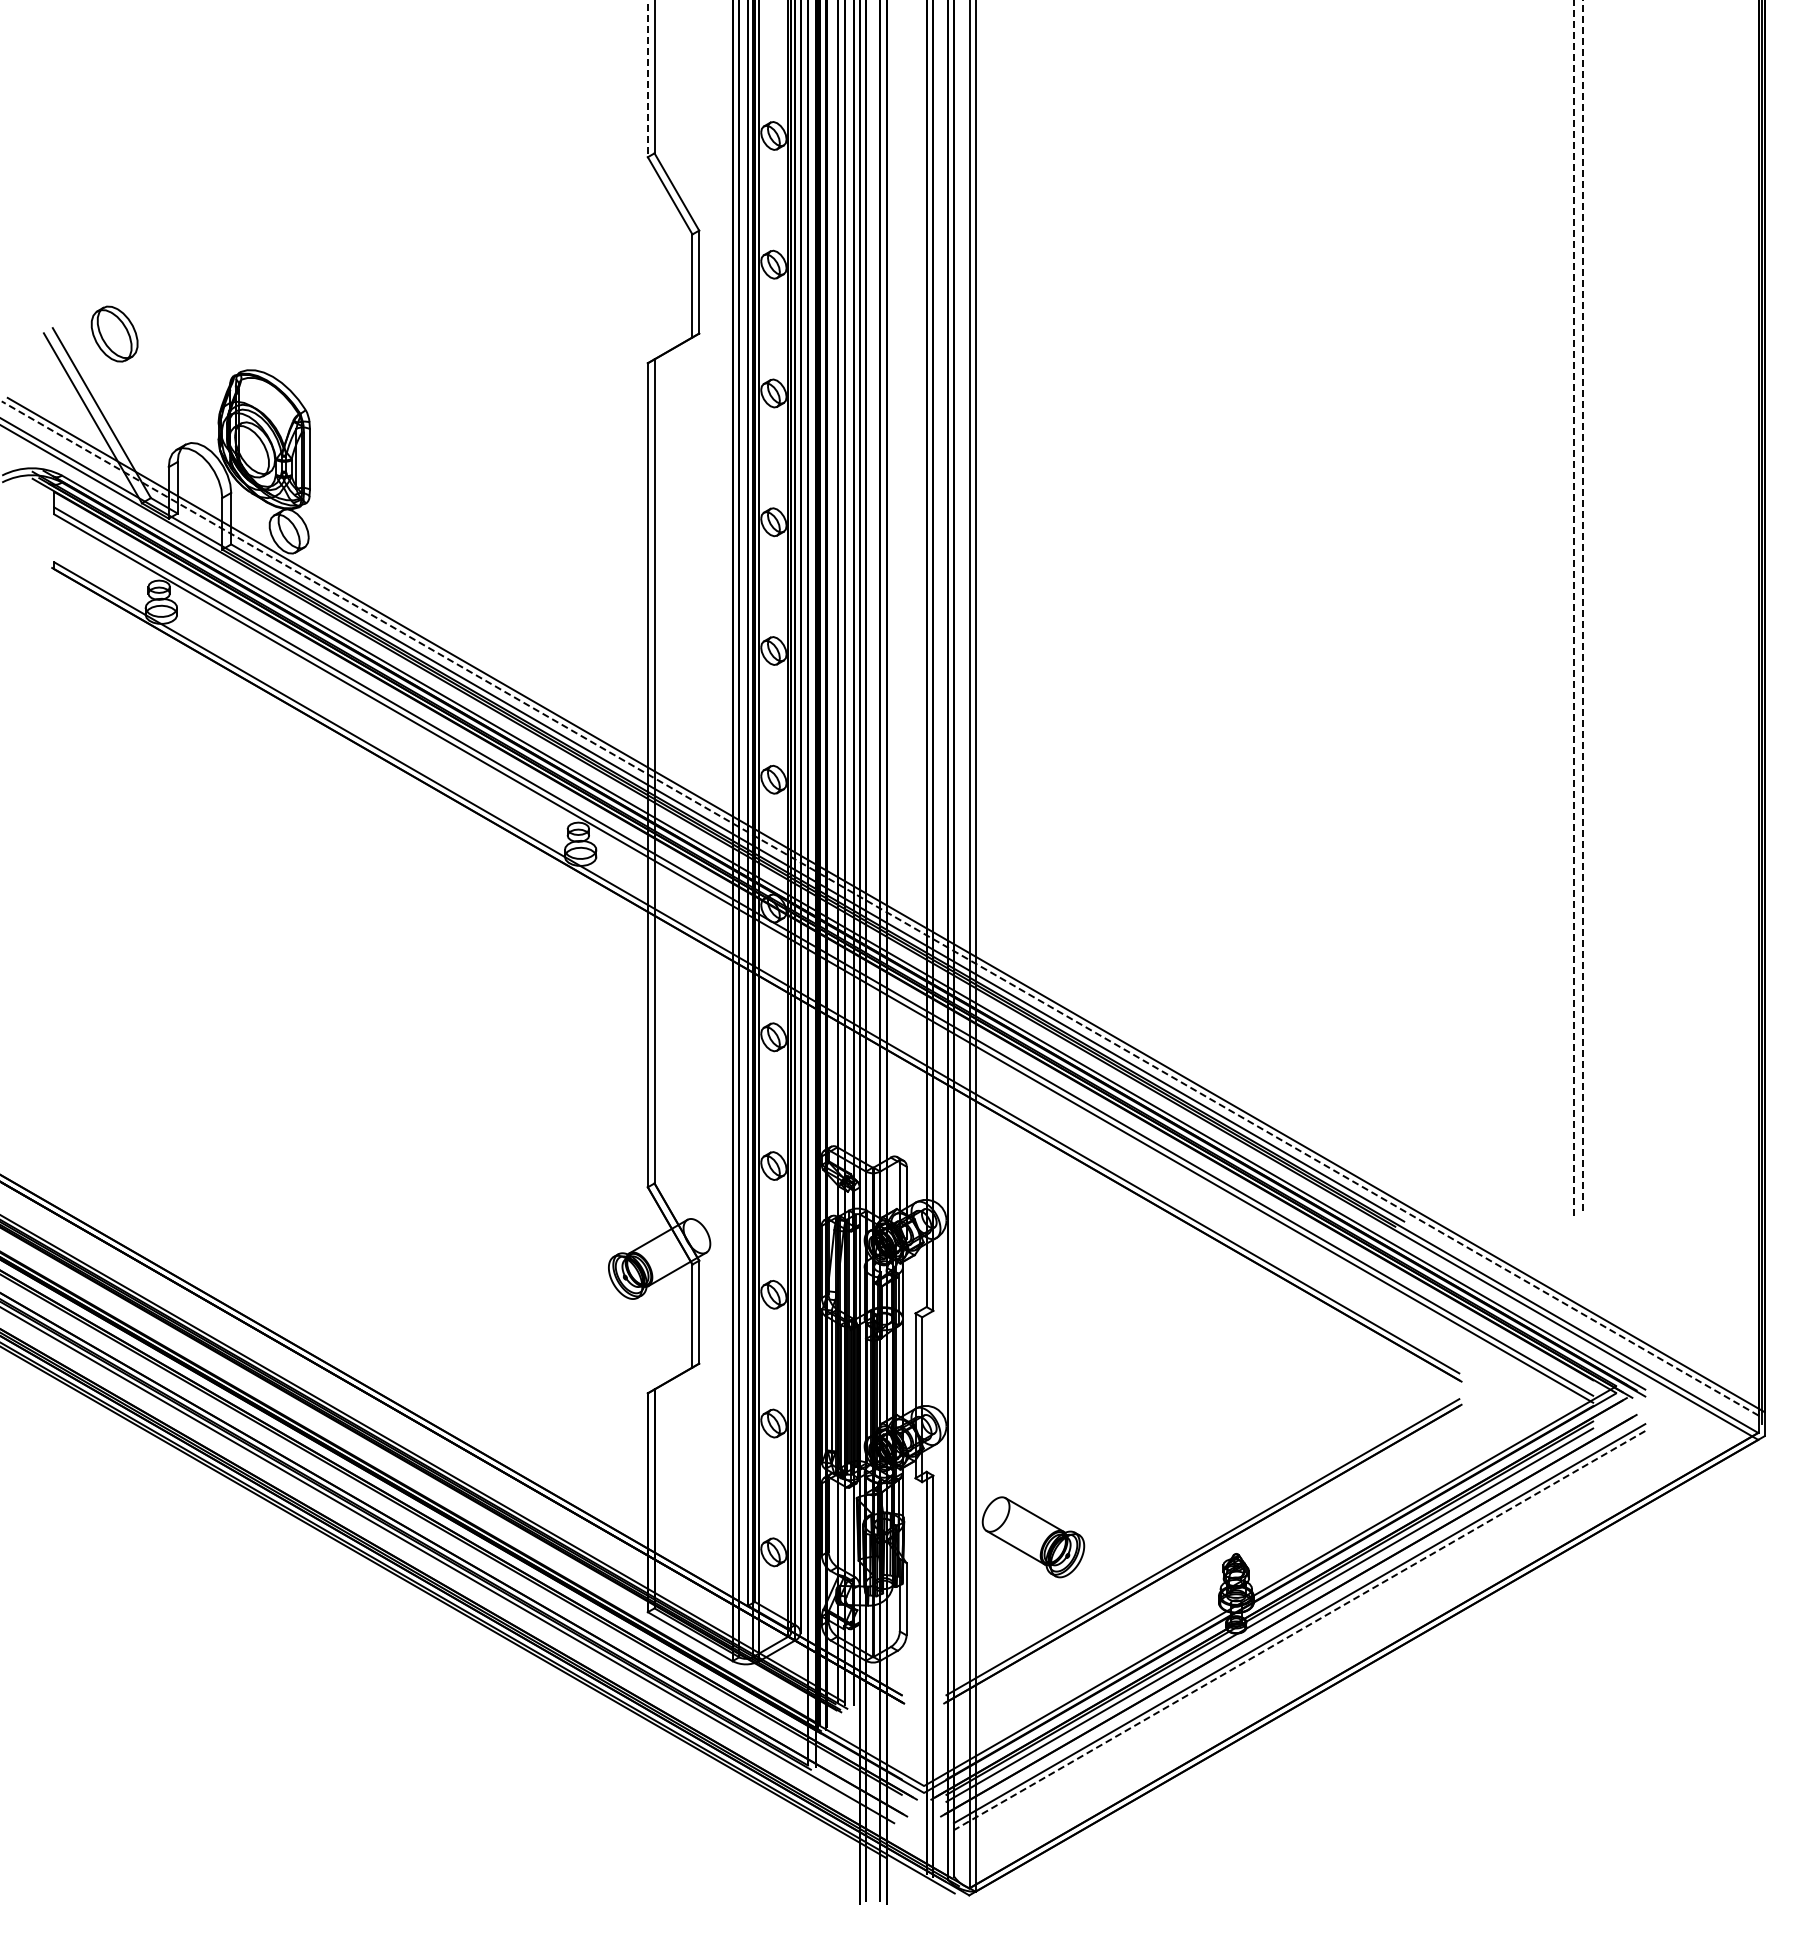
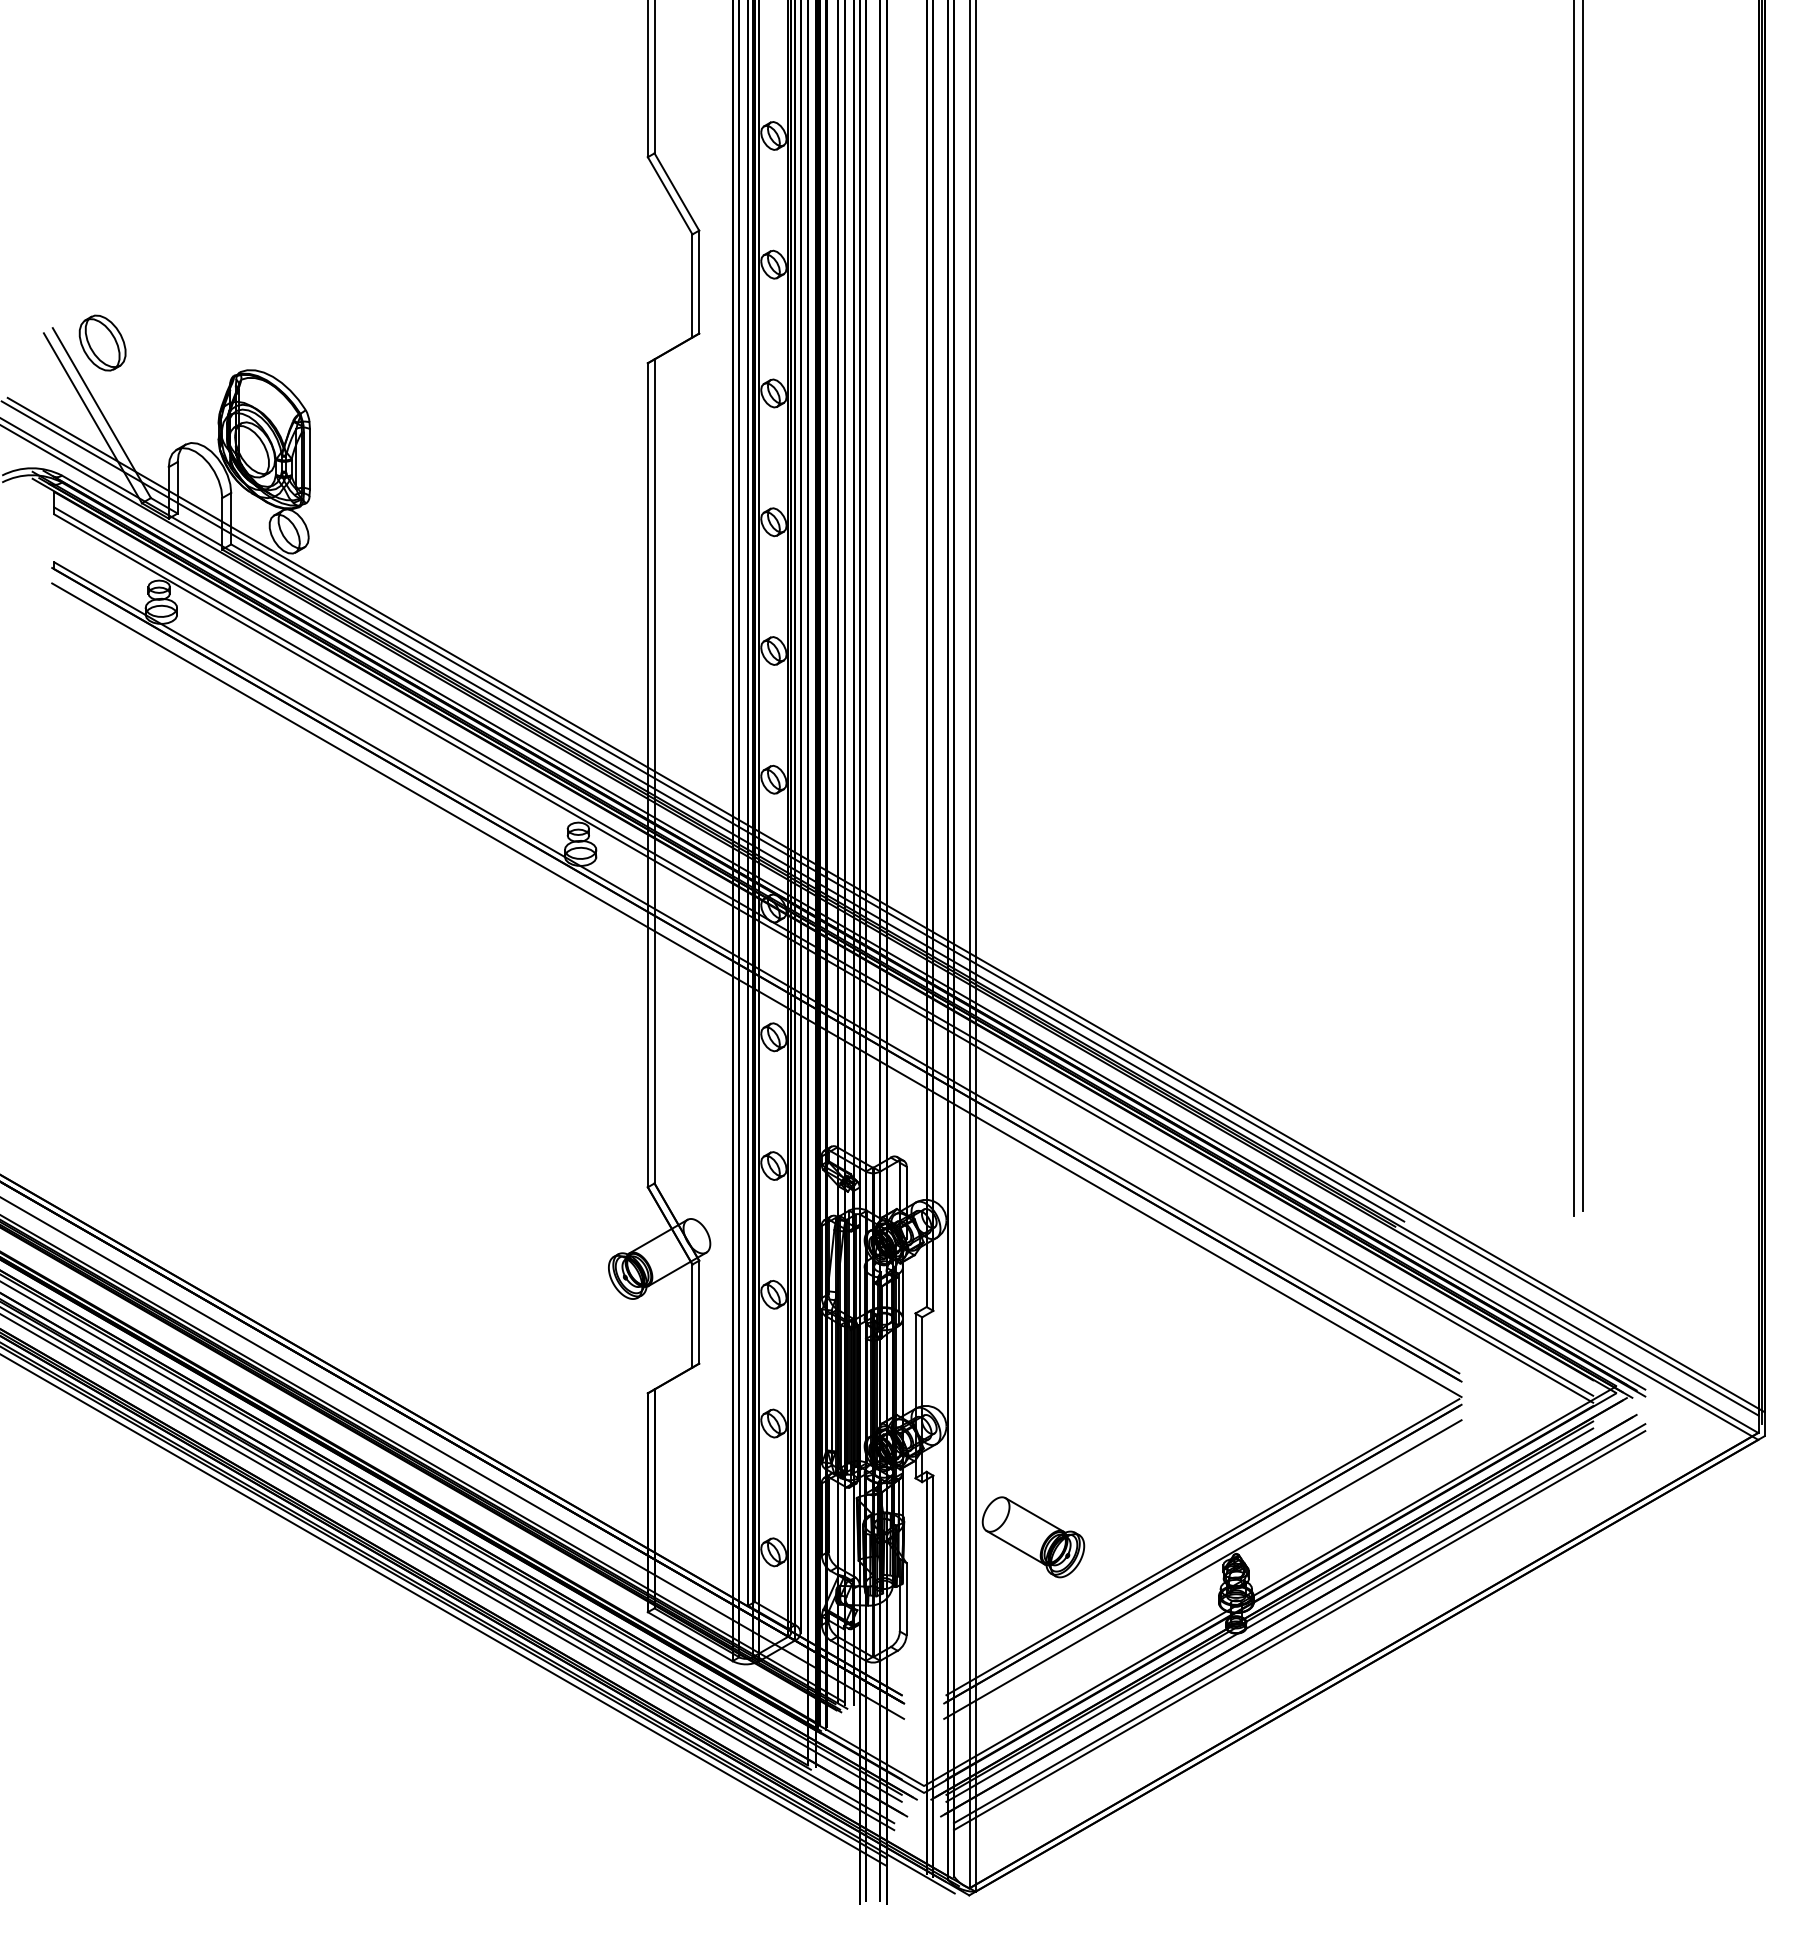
line at (647, 79): dashed -> solid
part at (114, 333) position: (114, 333) -> (102, 342)
line at (1582, 605): dashed -> solid
line at (1573, 608): dashed -> solid
line at (879, 908): dashed -> solid
line at (756, 990): none -> present
line at (453, 1458): none -> present
line at (451, 1541): none -> present
line at (1202, 1569): none -> present
line at (448, 1572): none -> present
line at (444, 1610): none -> present
line at (1299, 1630): dashed -> solid
